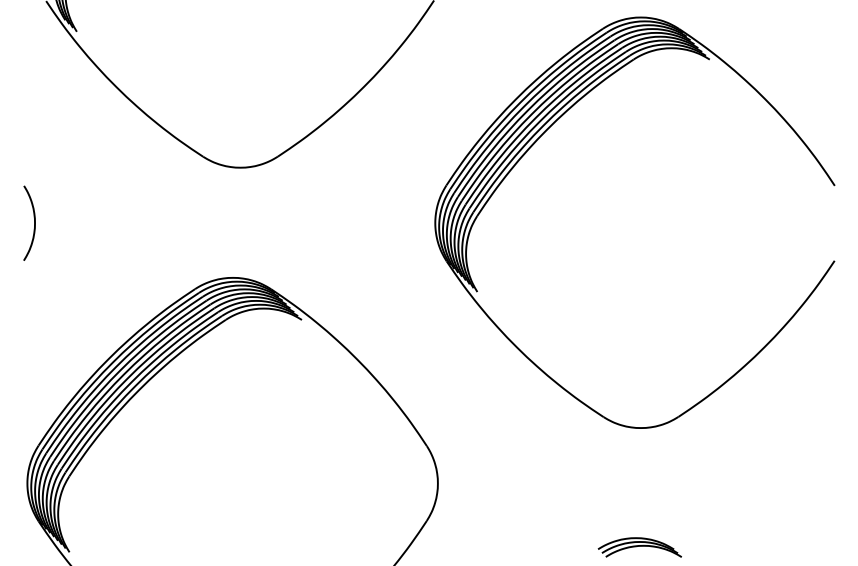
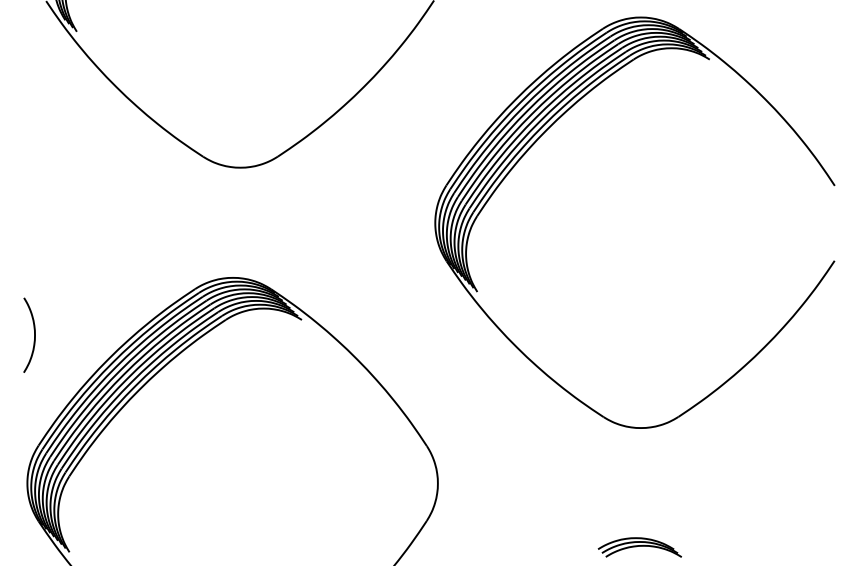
curve at (34, 222) position: (34, 222) -> (34, 334)
